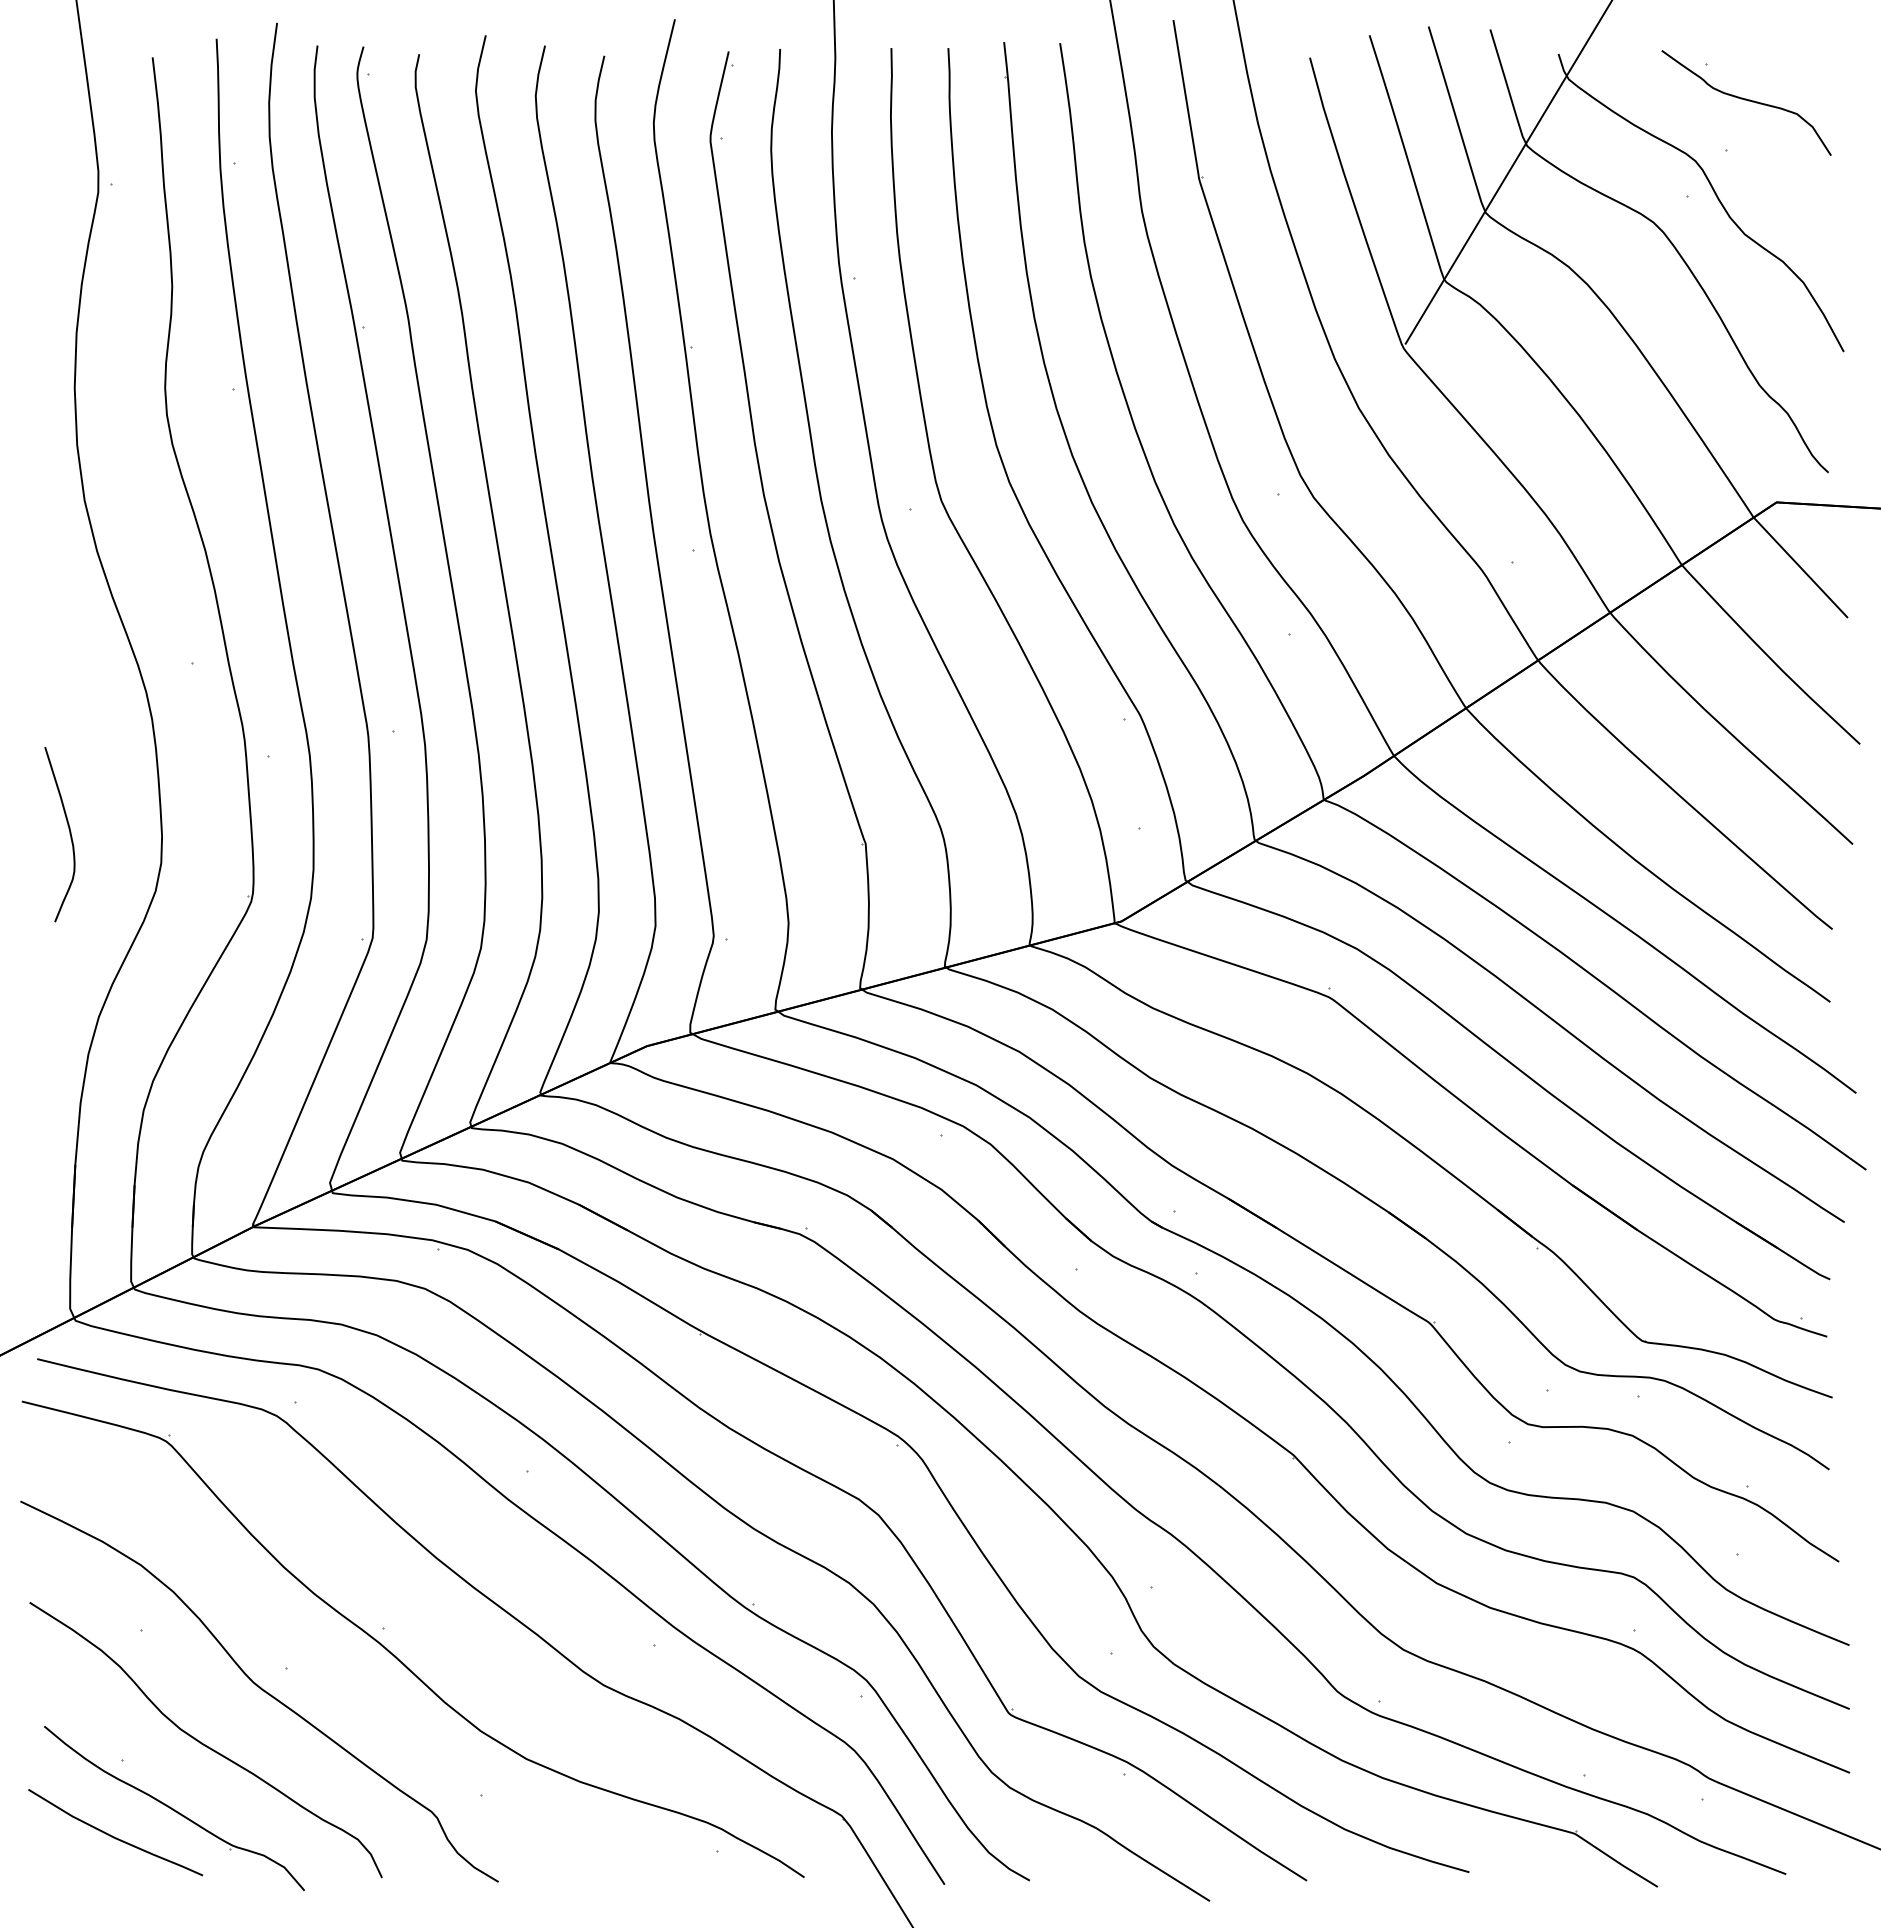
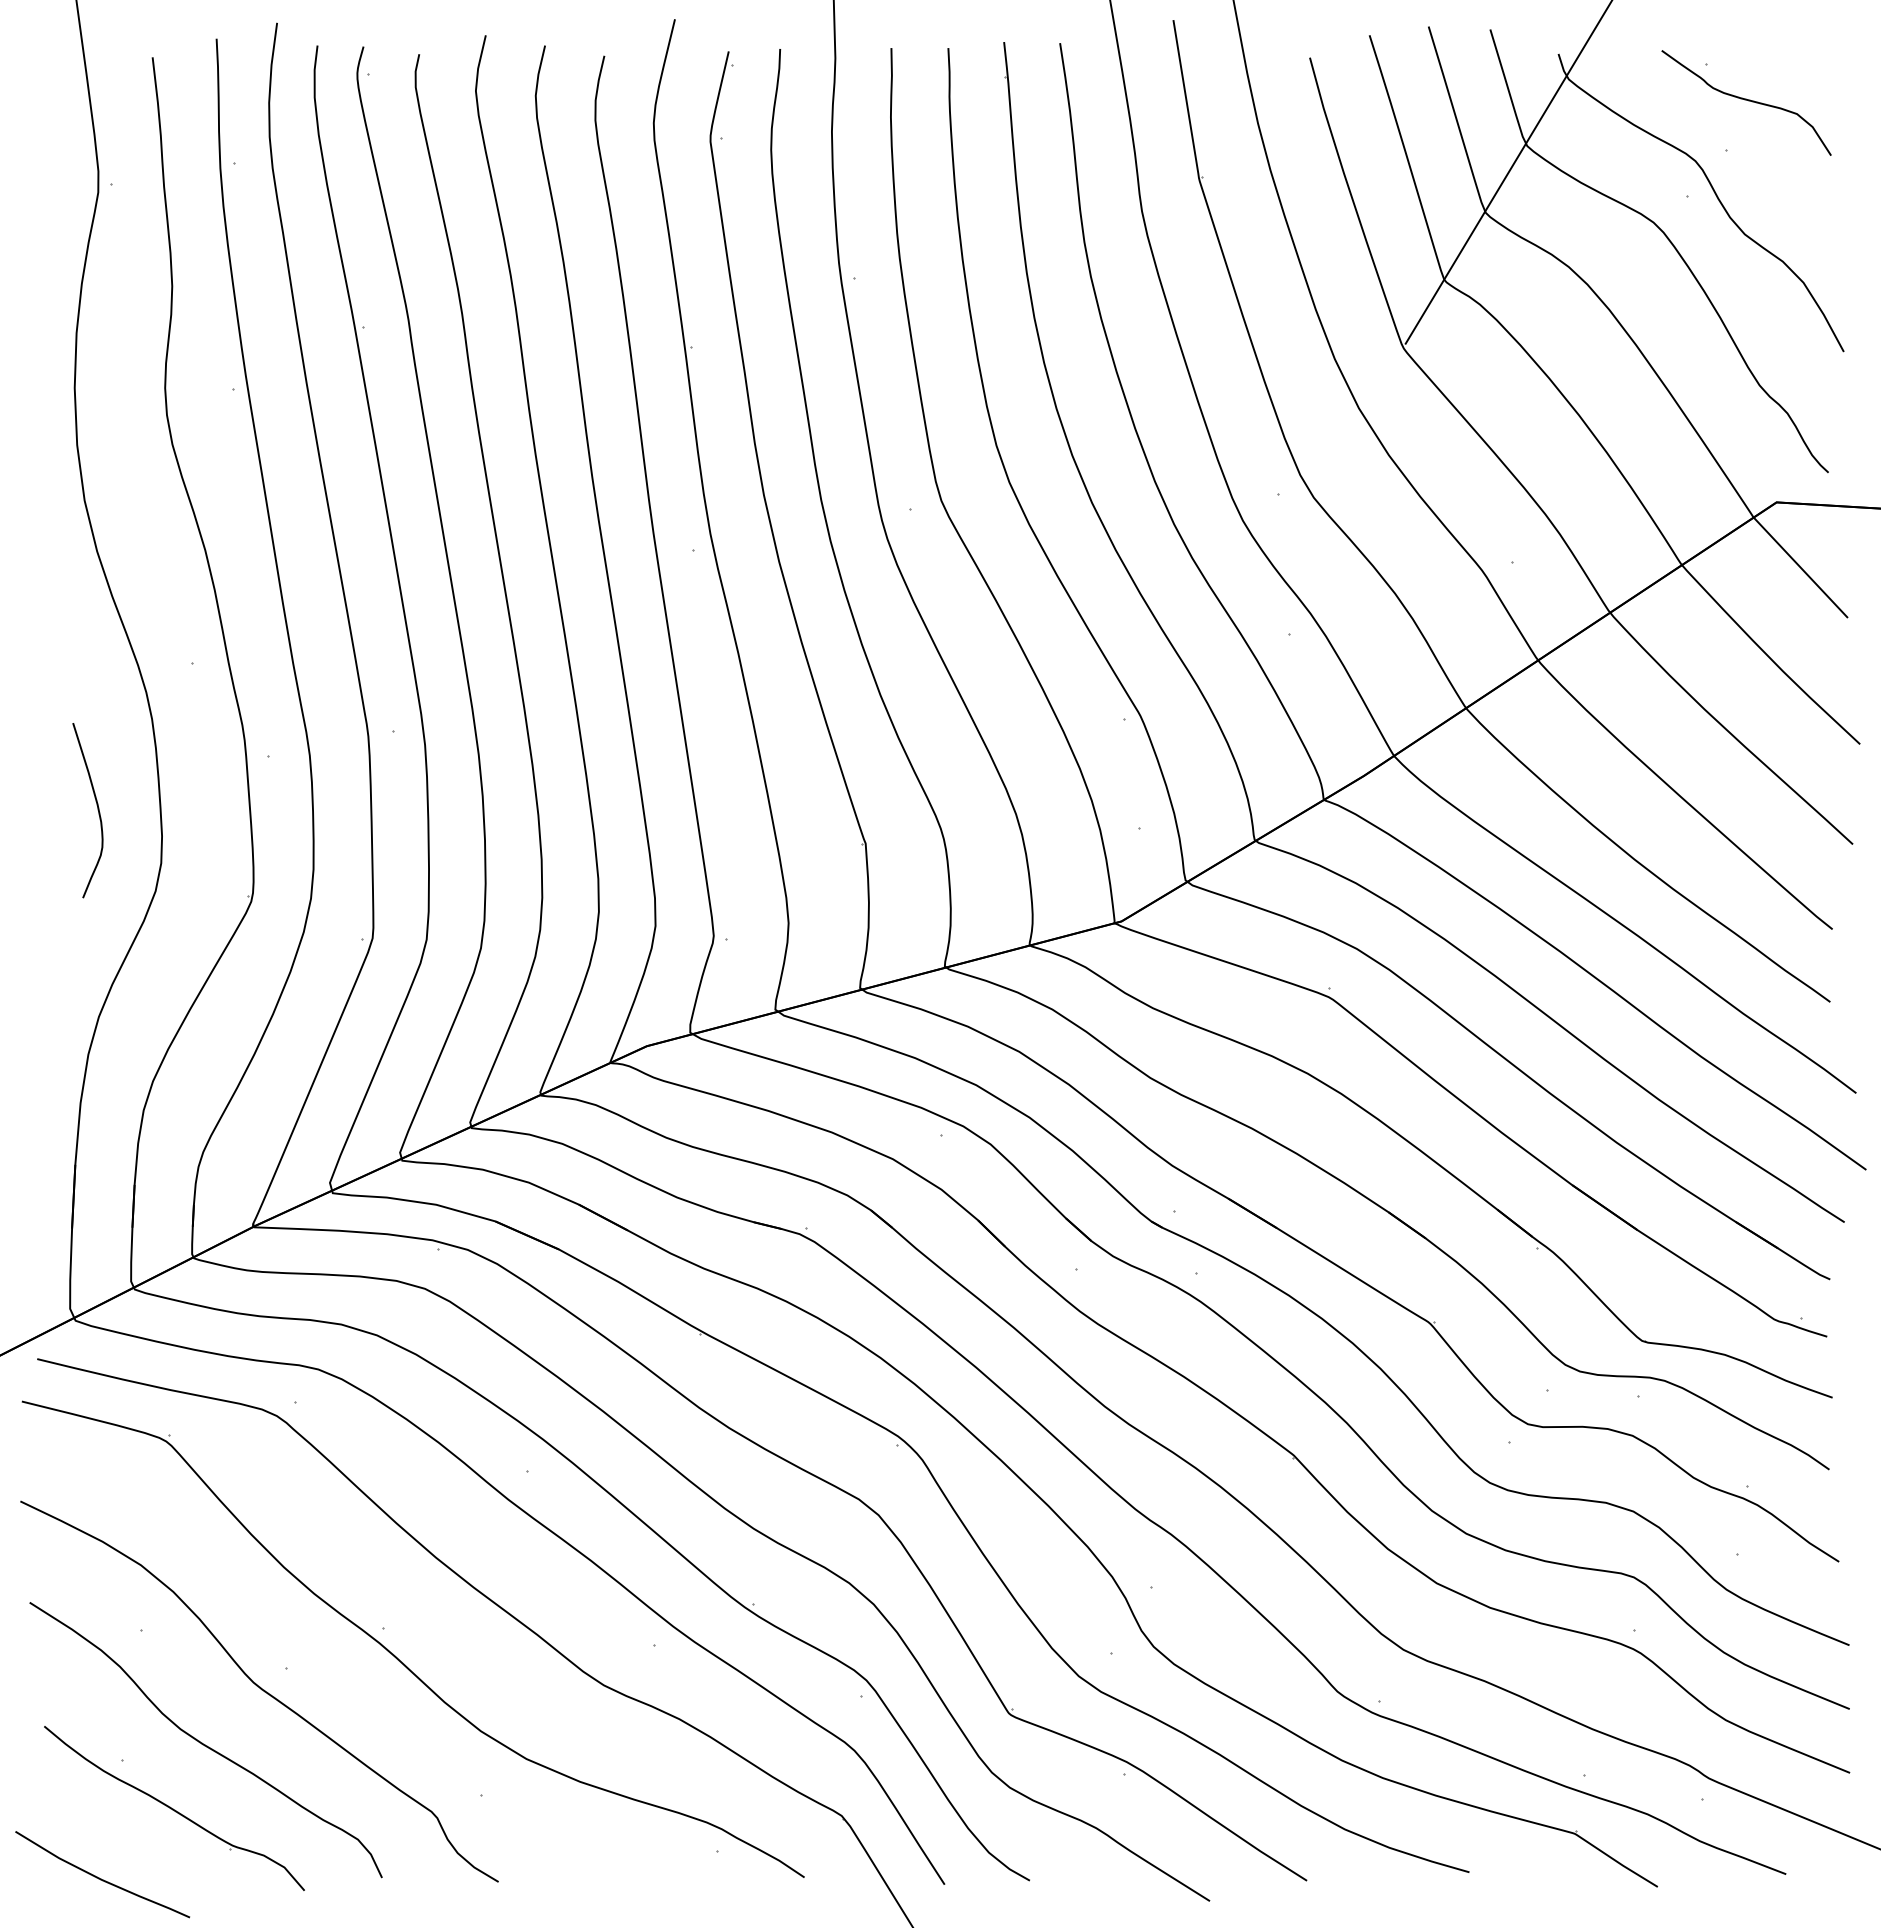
curve at (69, 834) position: (69, 834) -> (97, 810)
curve at (114, 1836) position: (114, 1836) -> (101, 1878)
